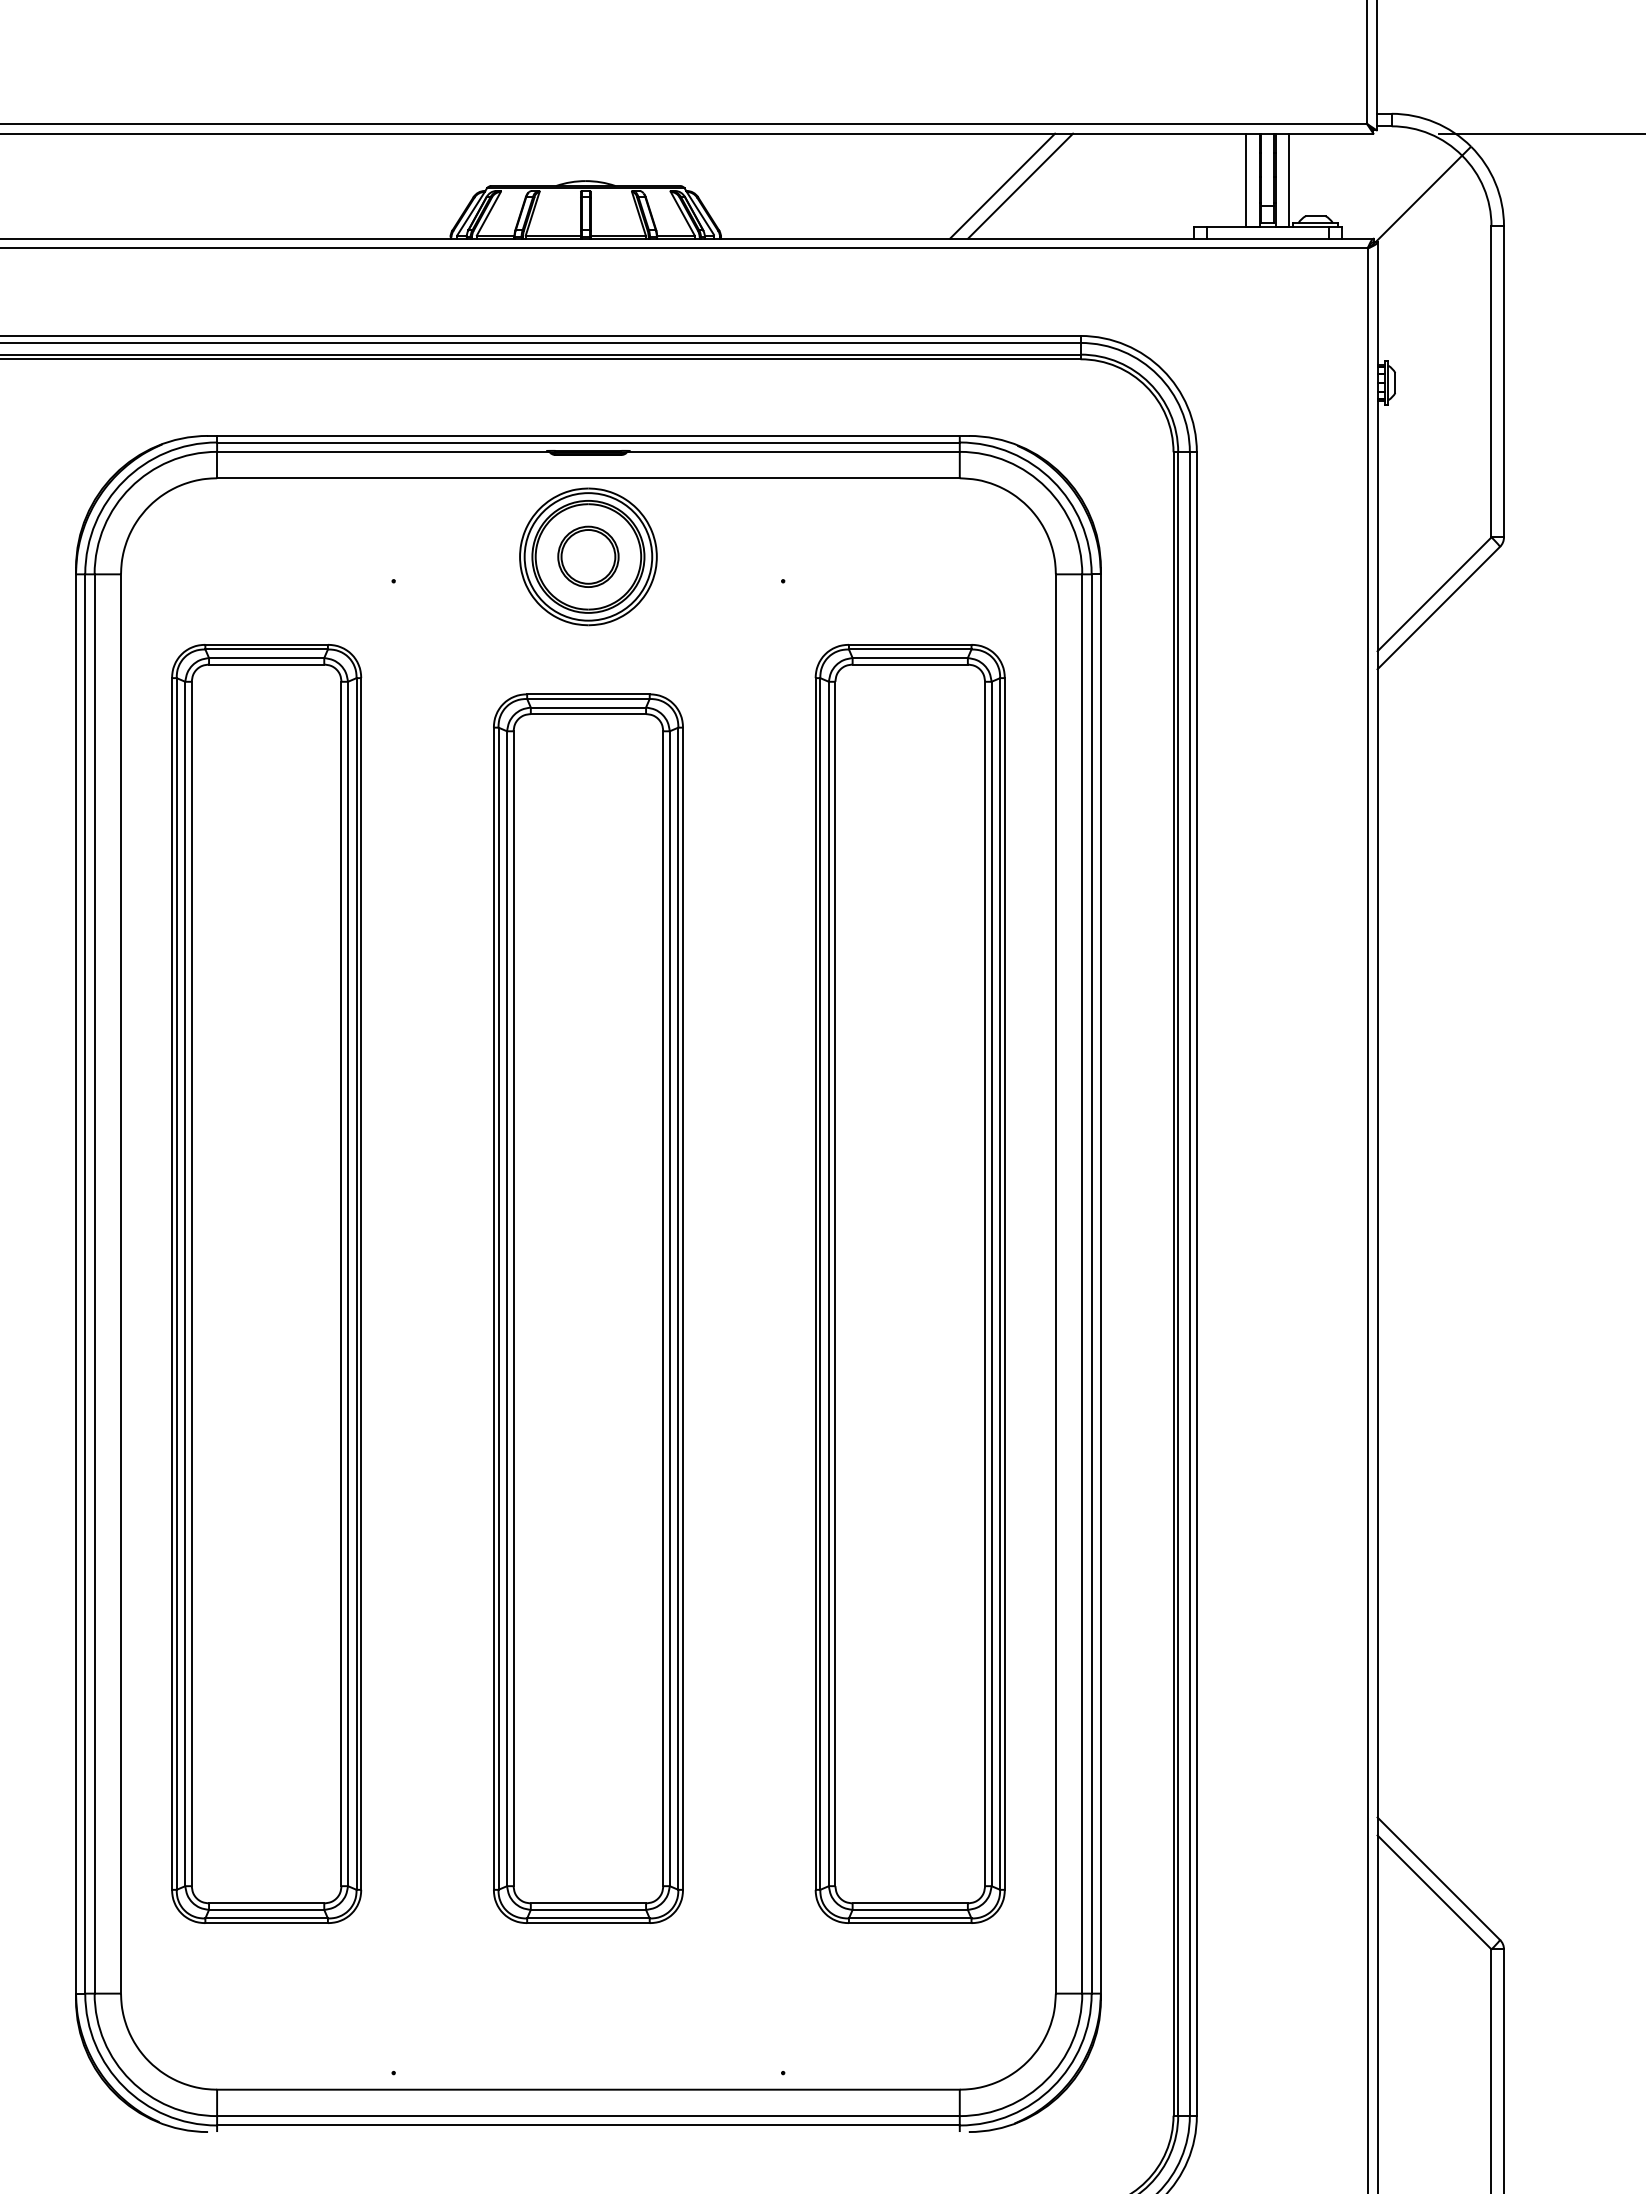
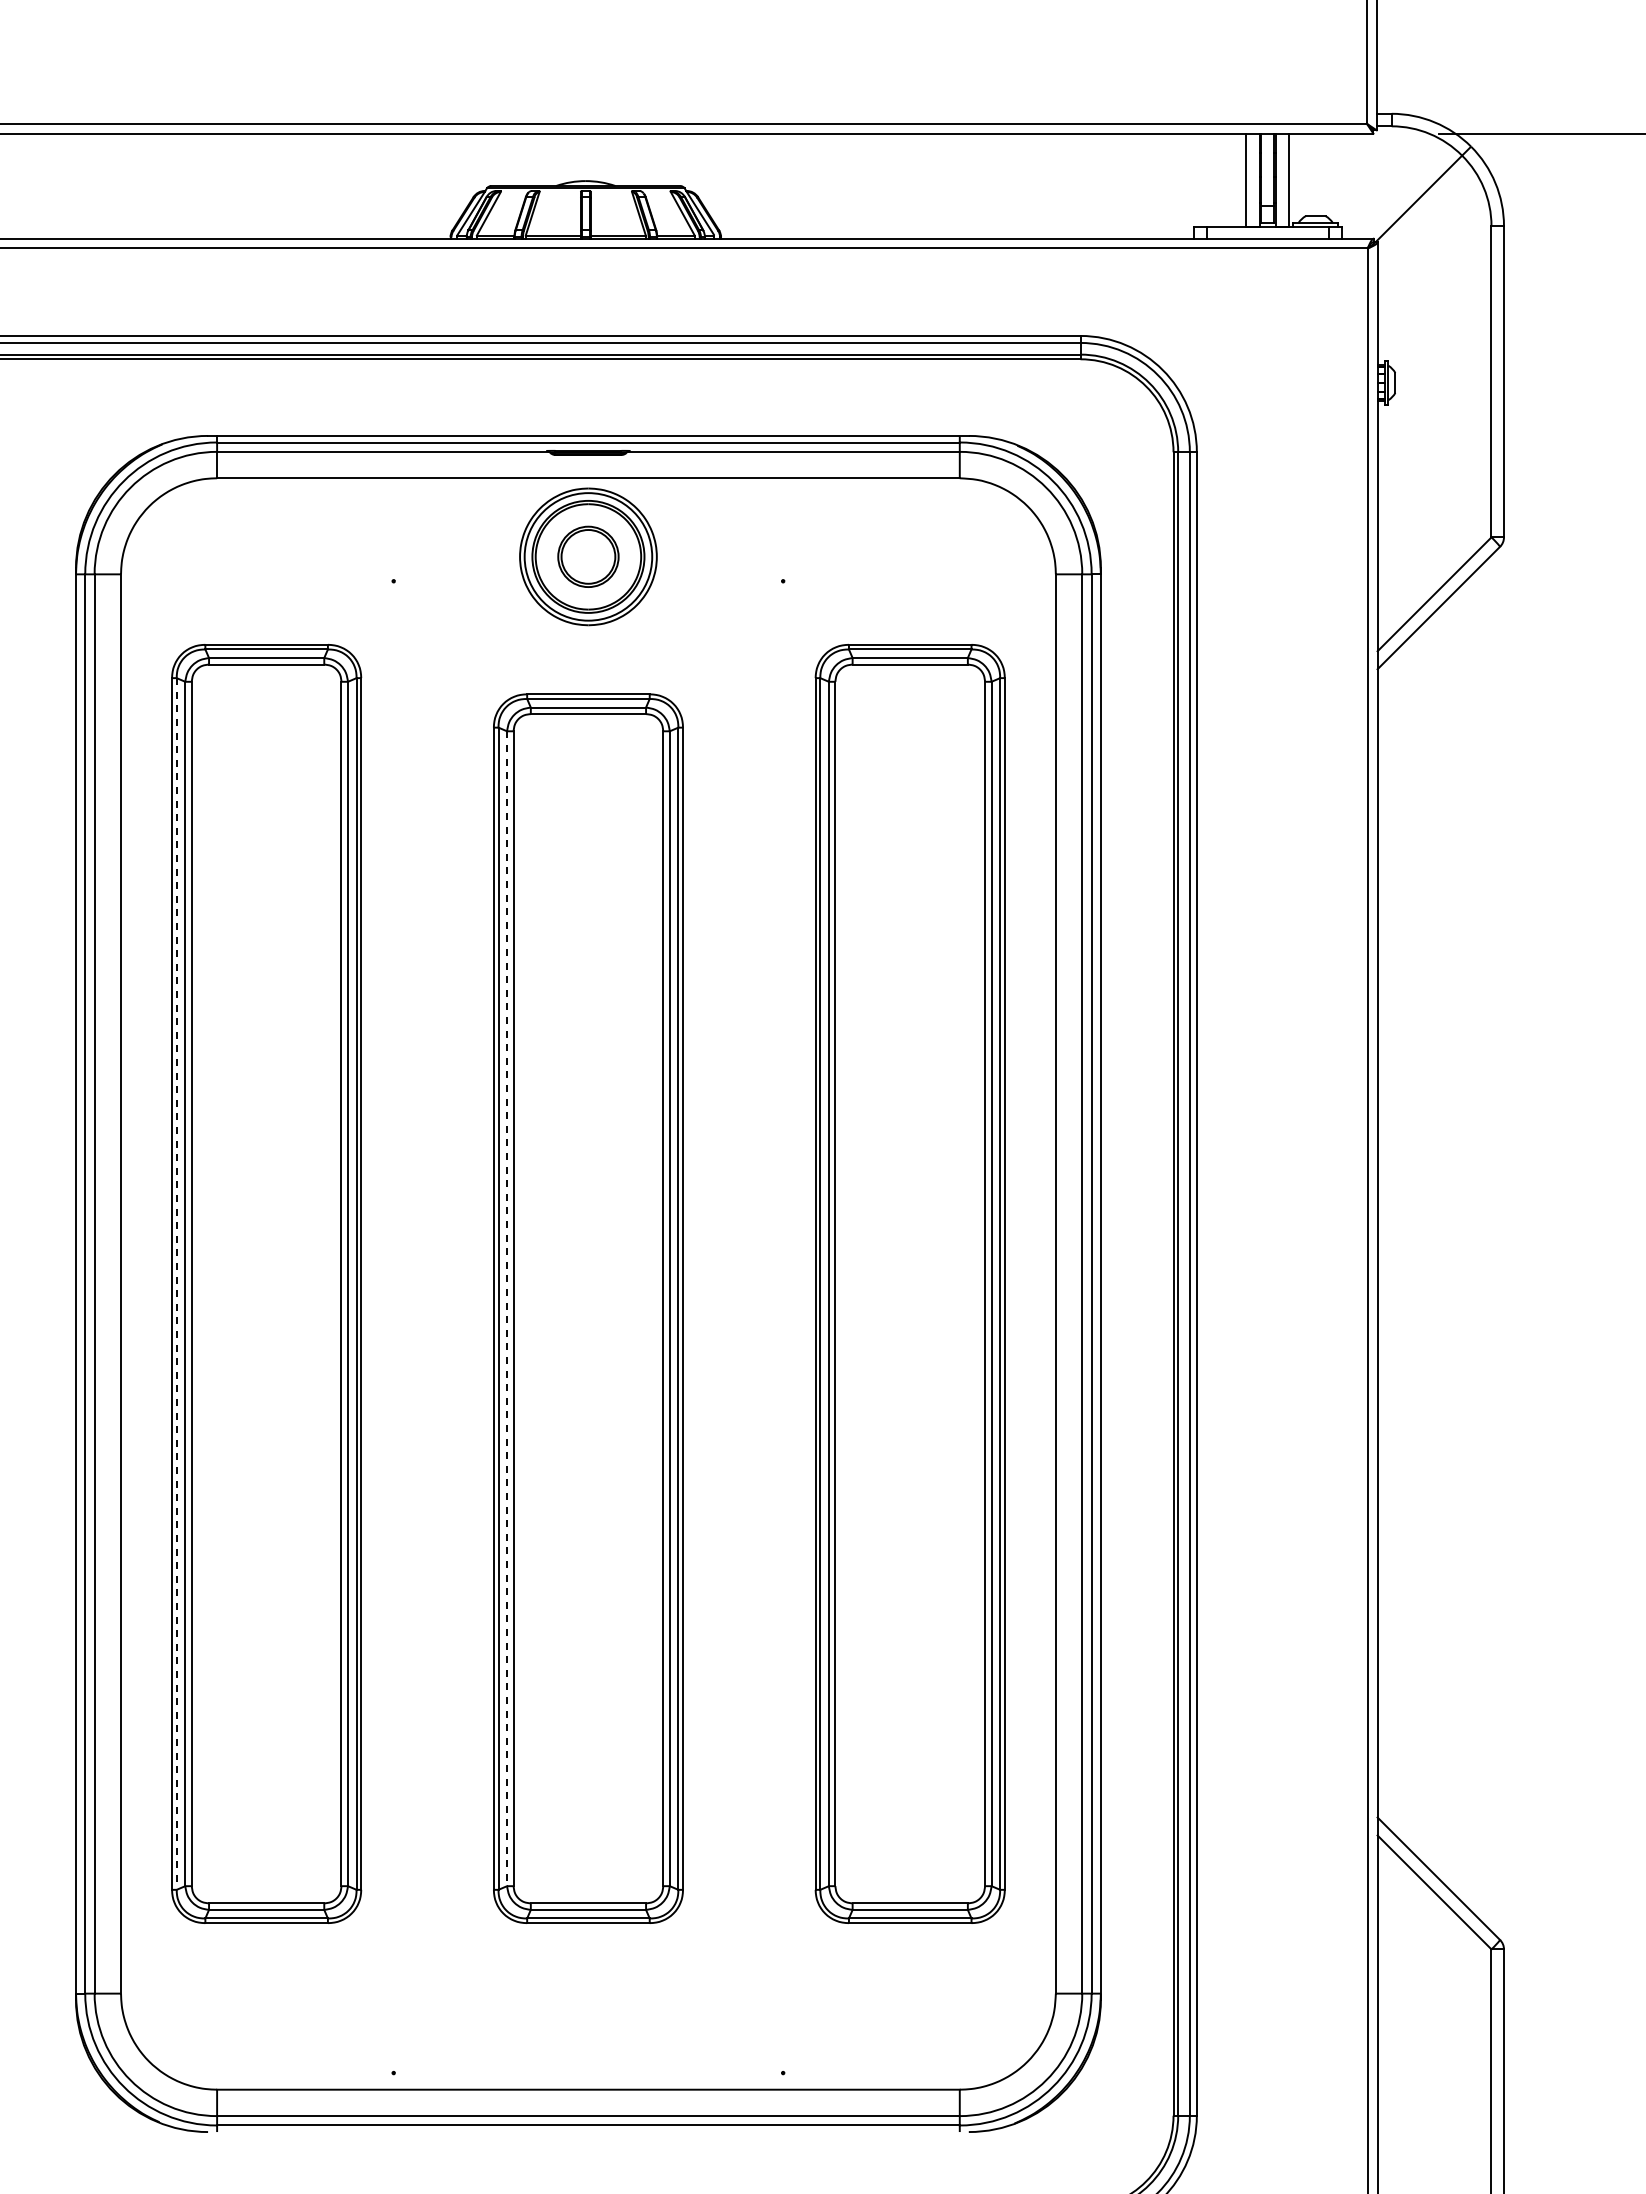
line at (1002, 185): present -> none
line at (1020, 185): present -> none
line at (176, 1283): solid -> dashed
line at (507, 1309): solid -> dashed
